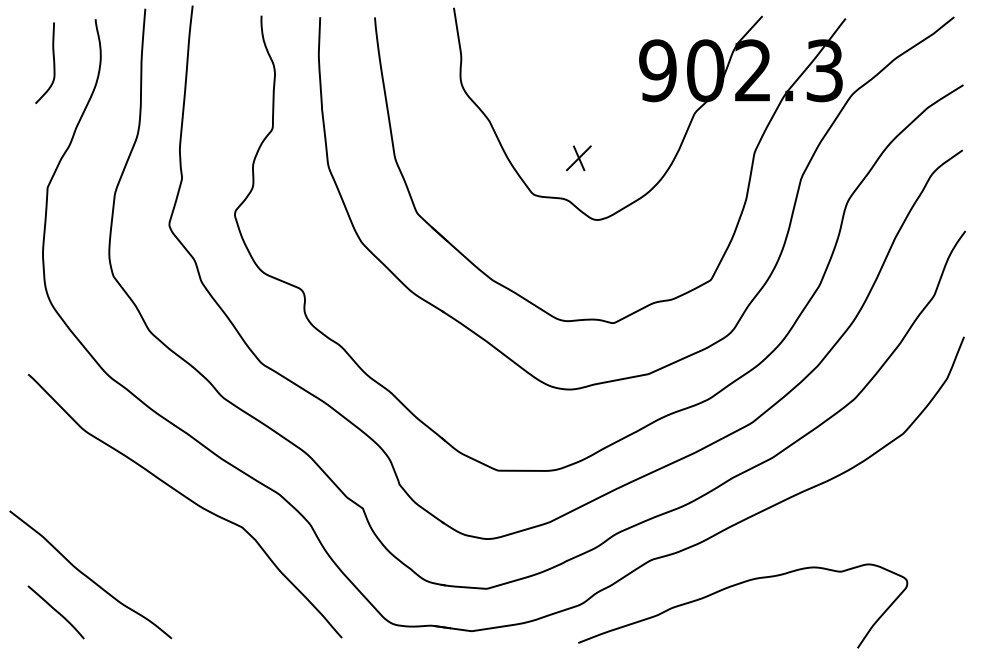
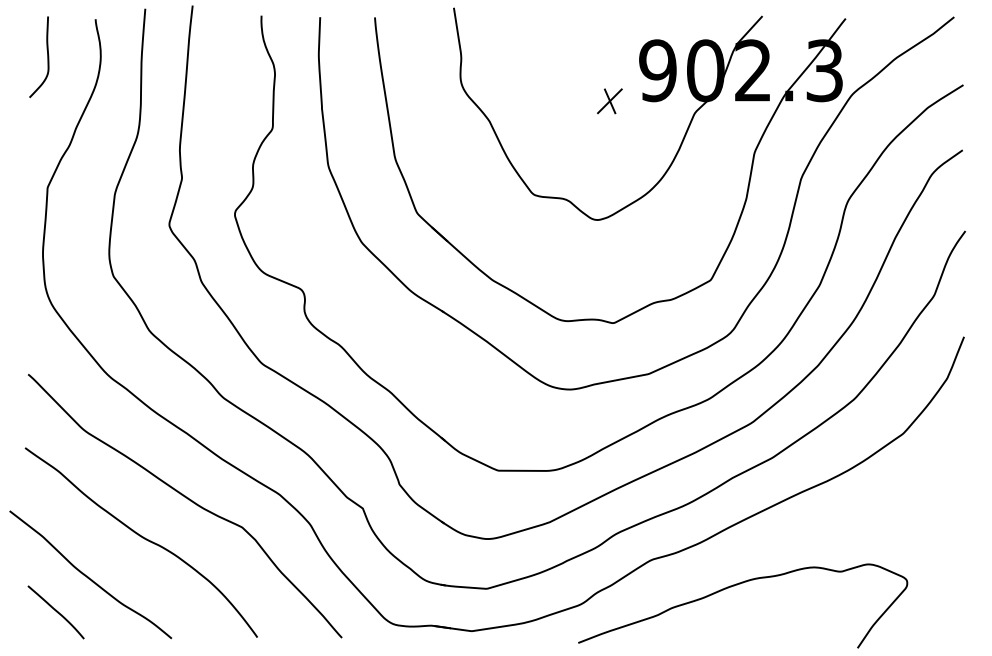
curve at (53, 62) position: (53, 62) -> (47, 56)
part at (578, 158) position: (578, 158) -> (609, 101)
curve at (142, 538): none -> present
